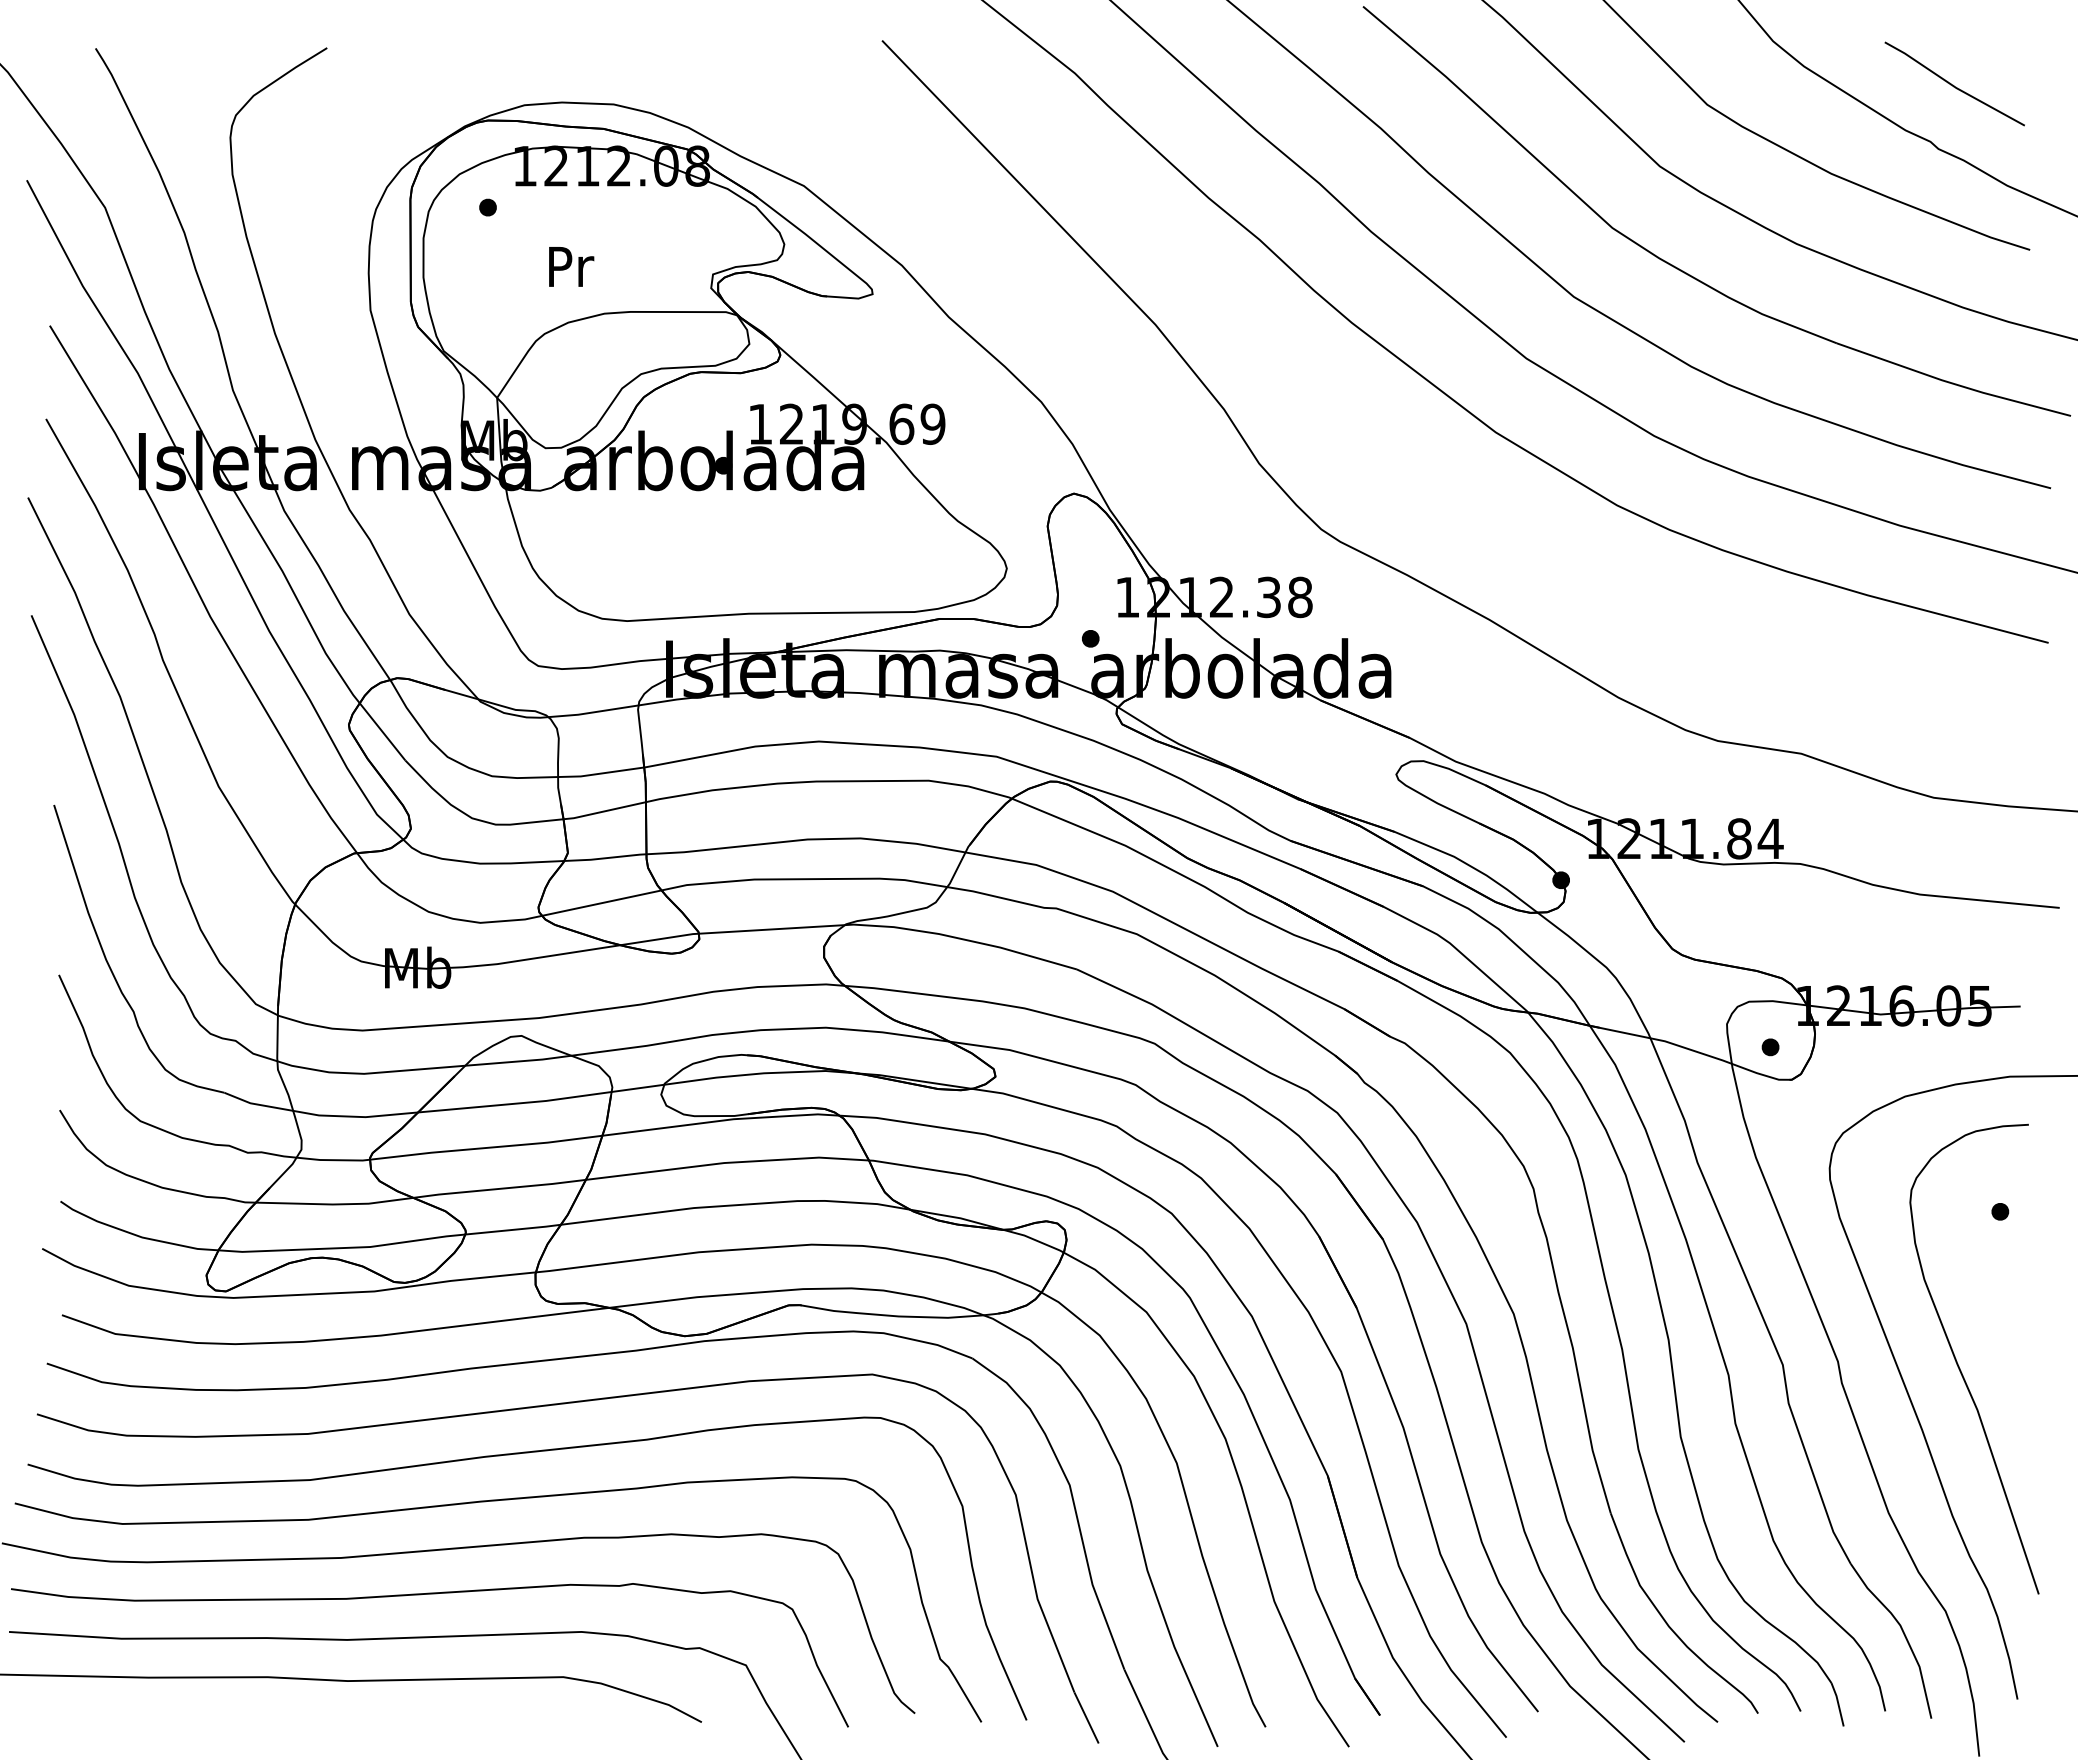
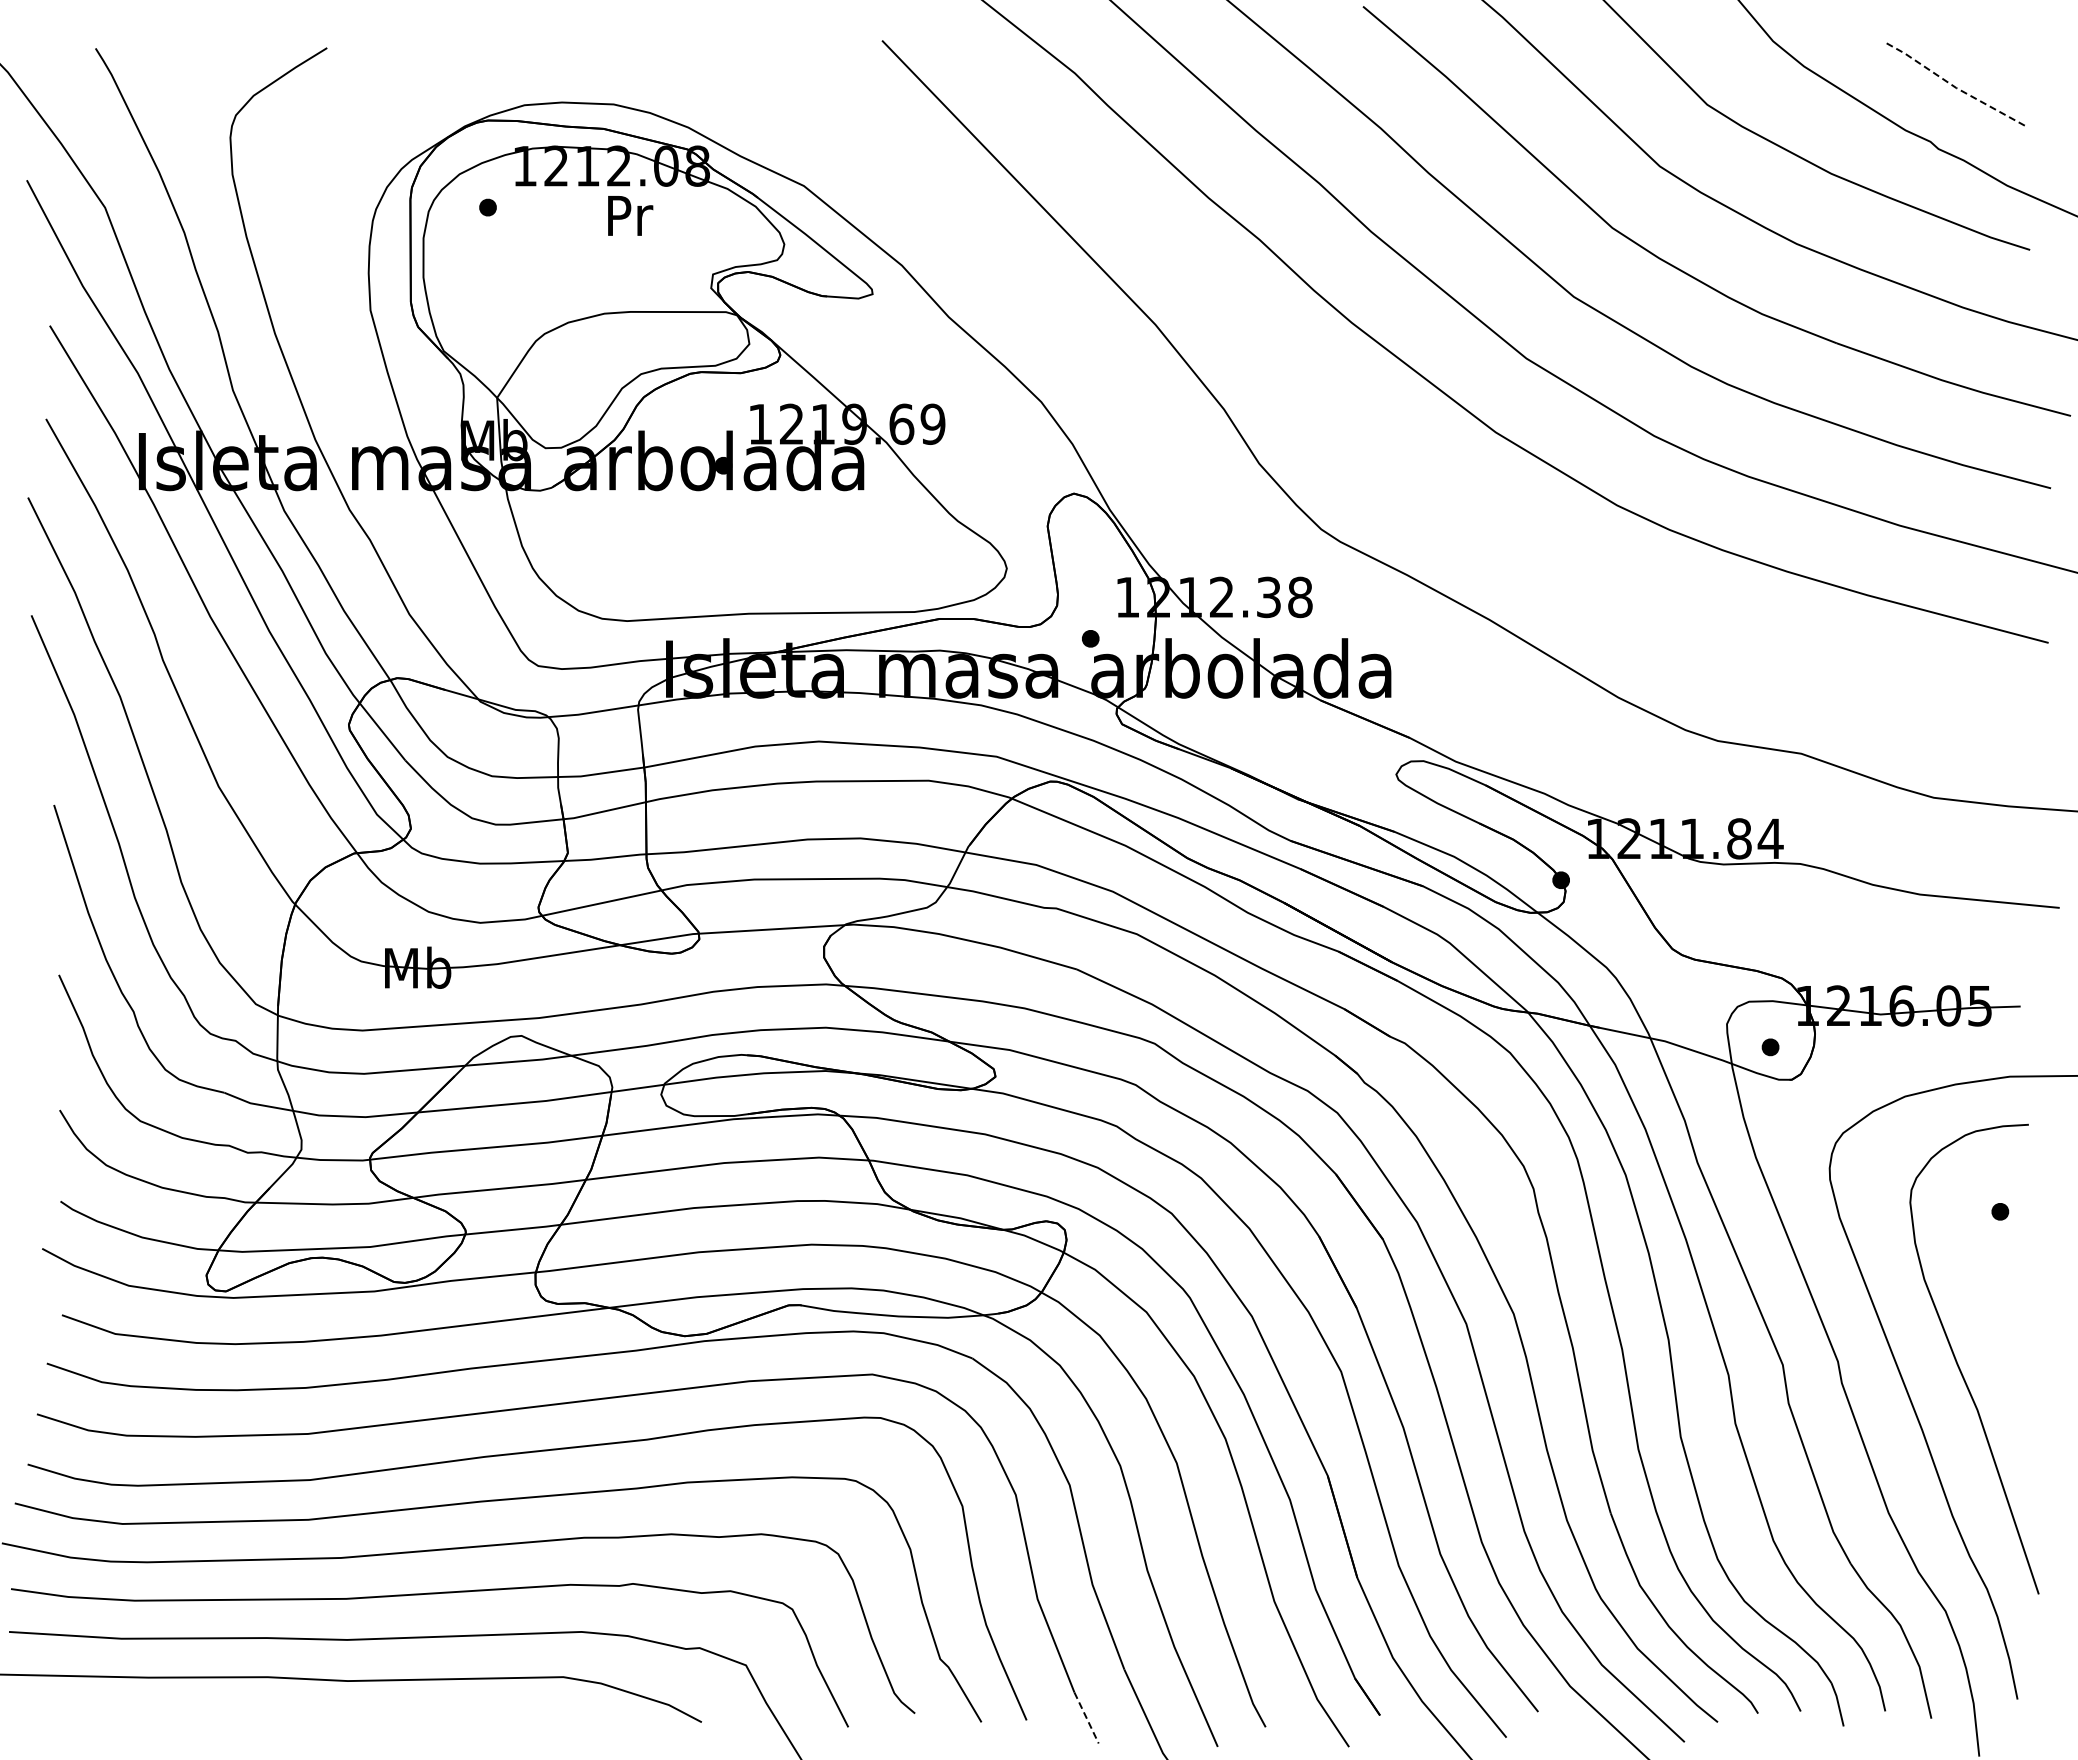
line at (1953, 85): solid -> dashed
text at (571, 266) position: (571, 266) -> (630, 215)
line at (1086, 1718): solid -> dashed
